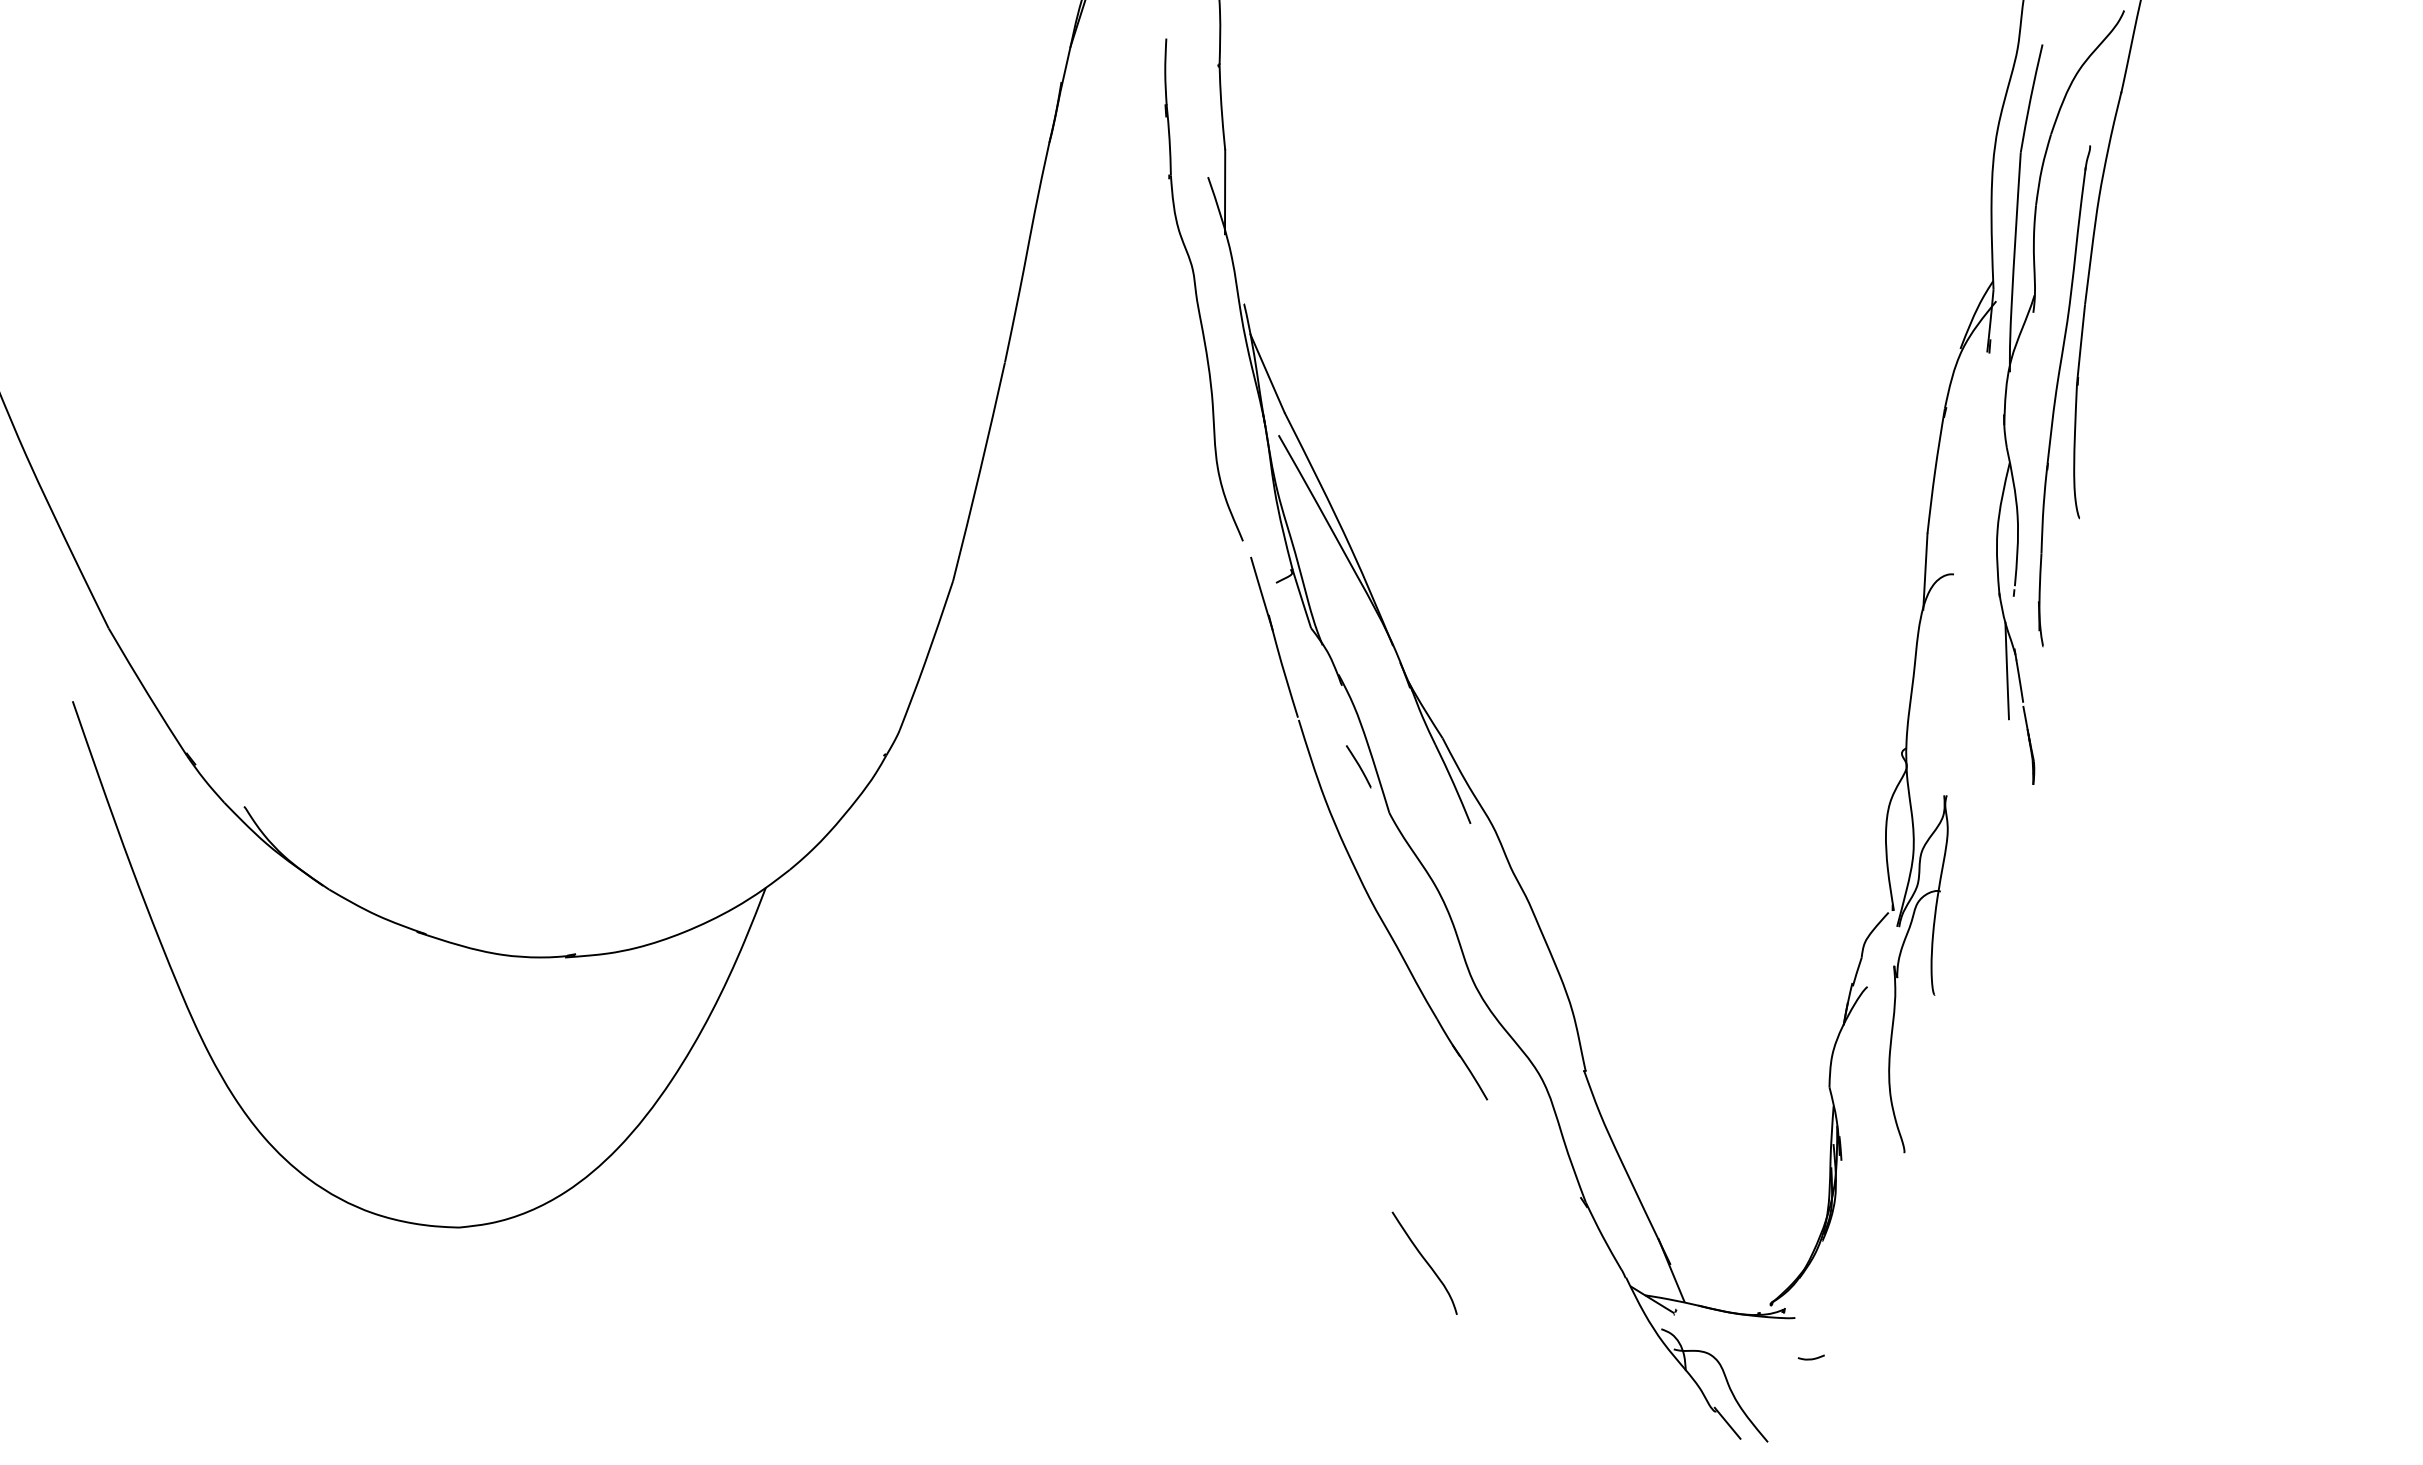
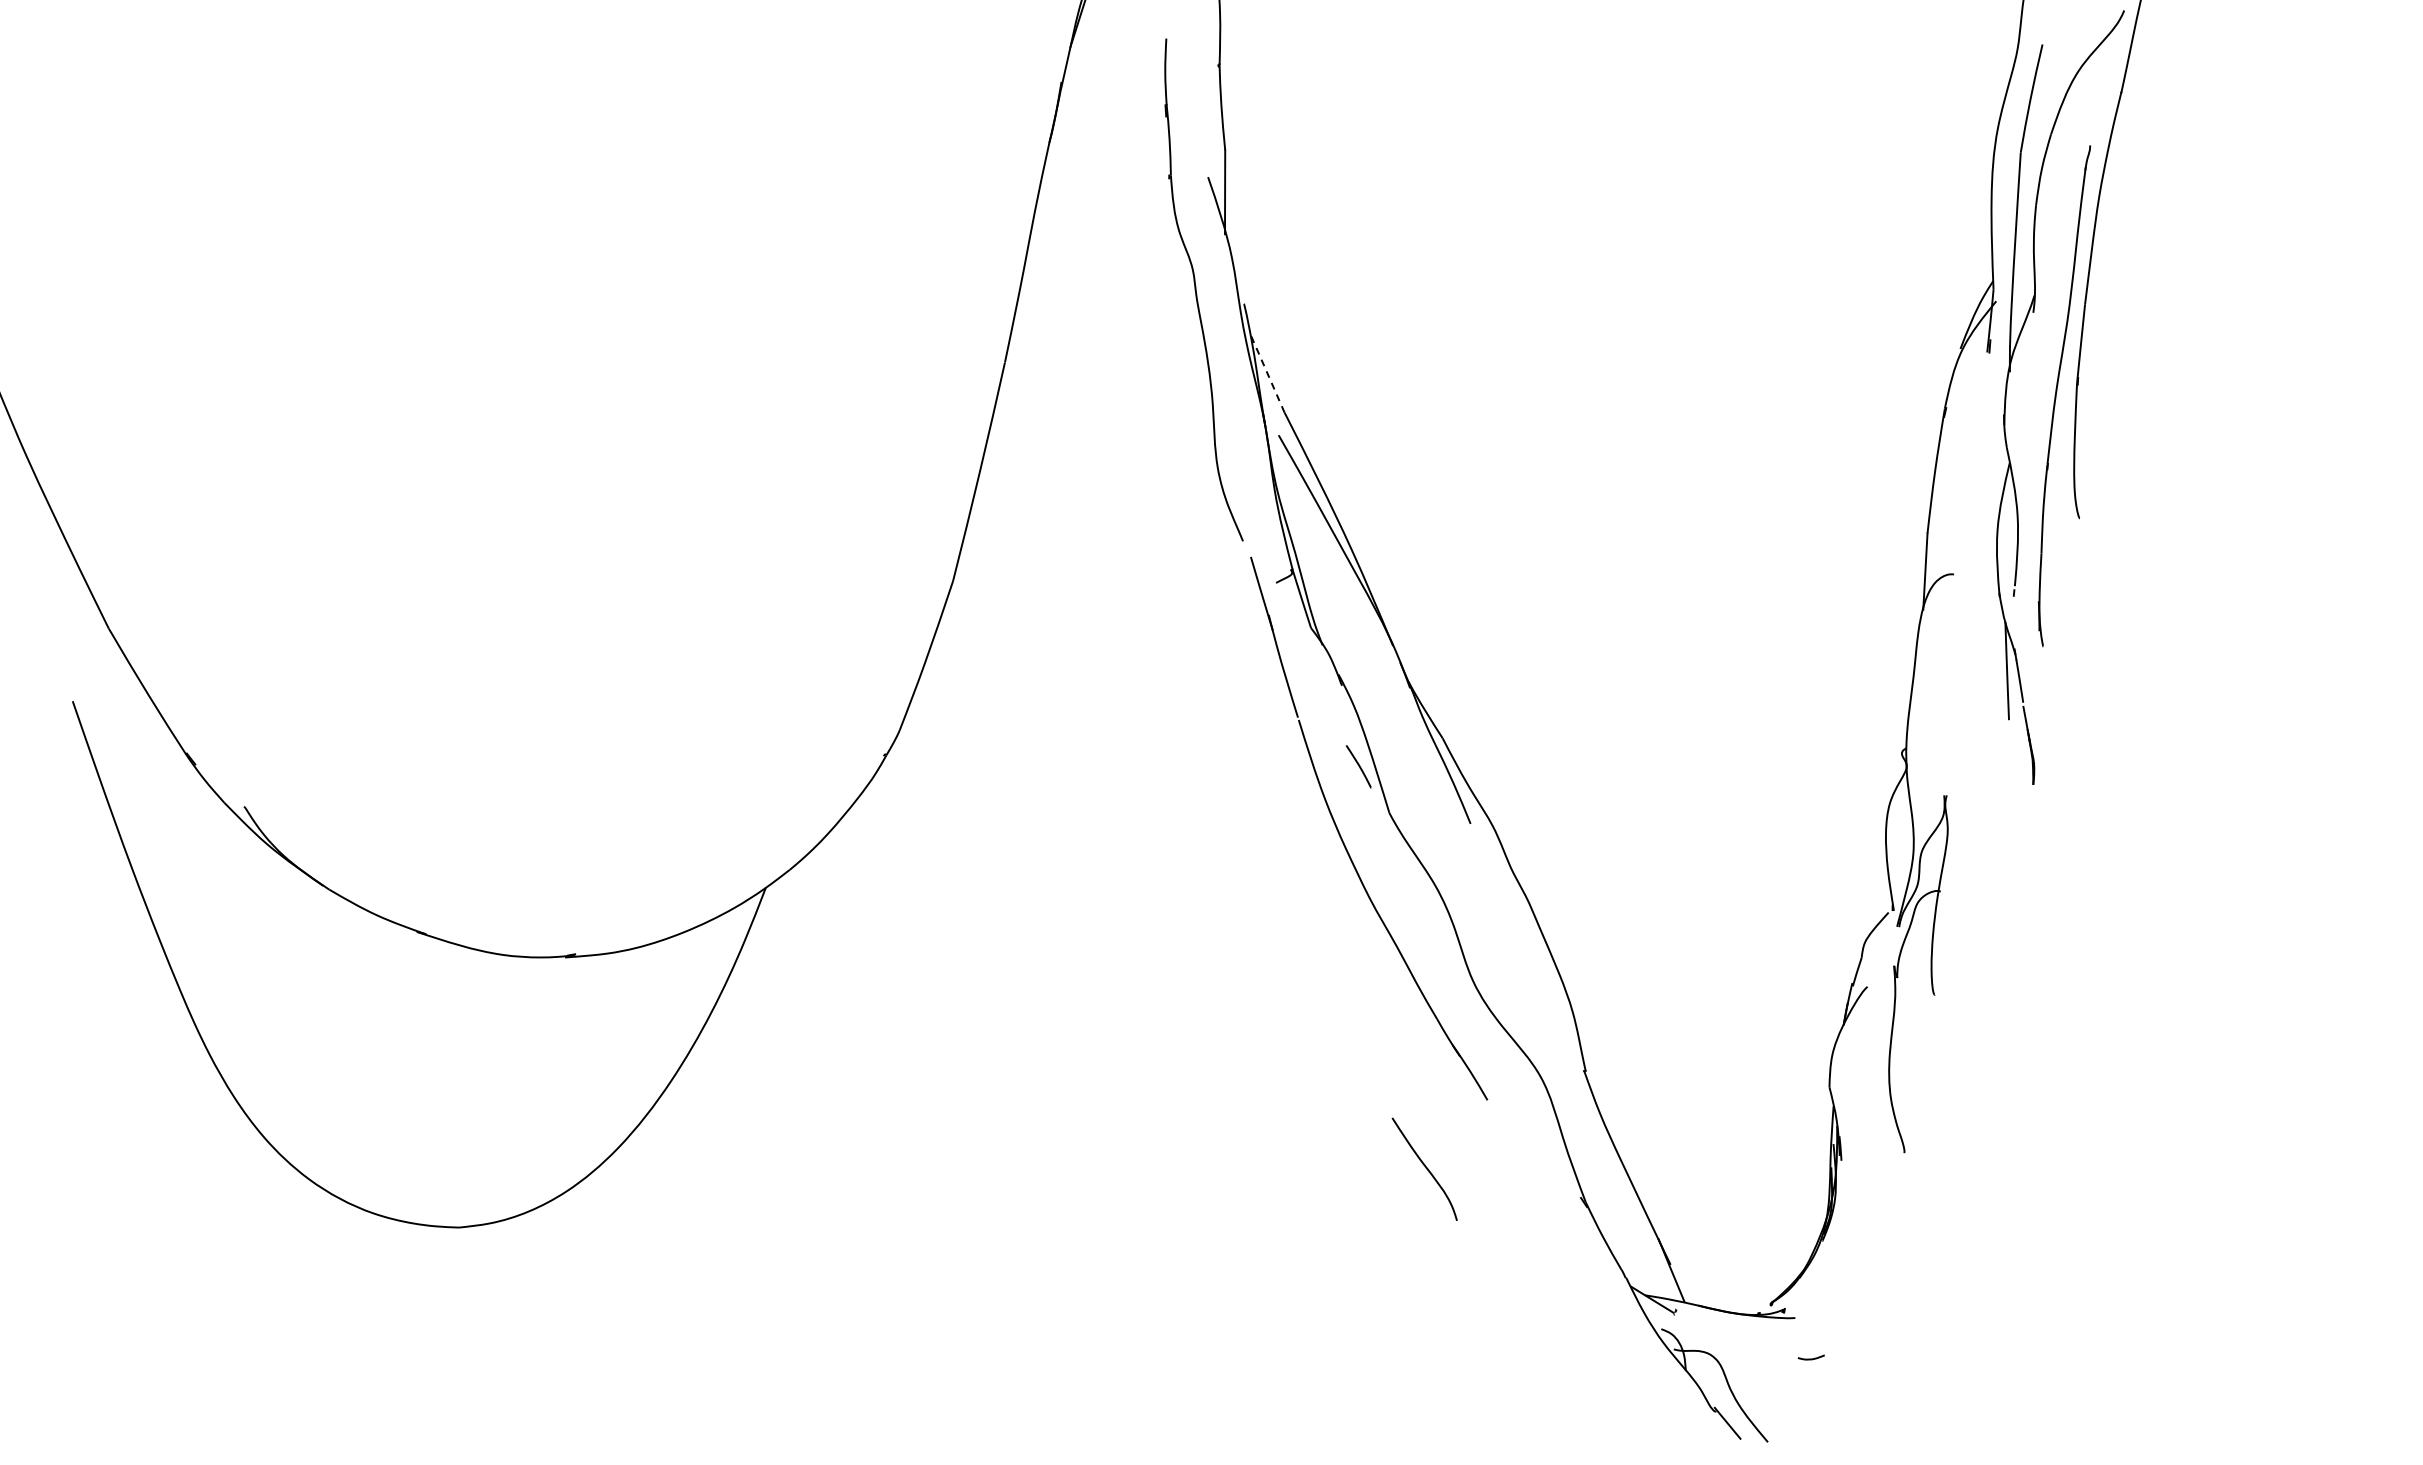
line at (1267, 373): solid -> dashed
curve at (1425, 1262) position: (1425, 1262) -> (1425, 1168)
